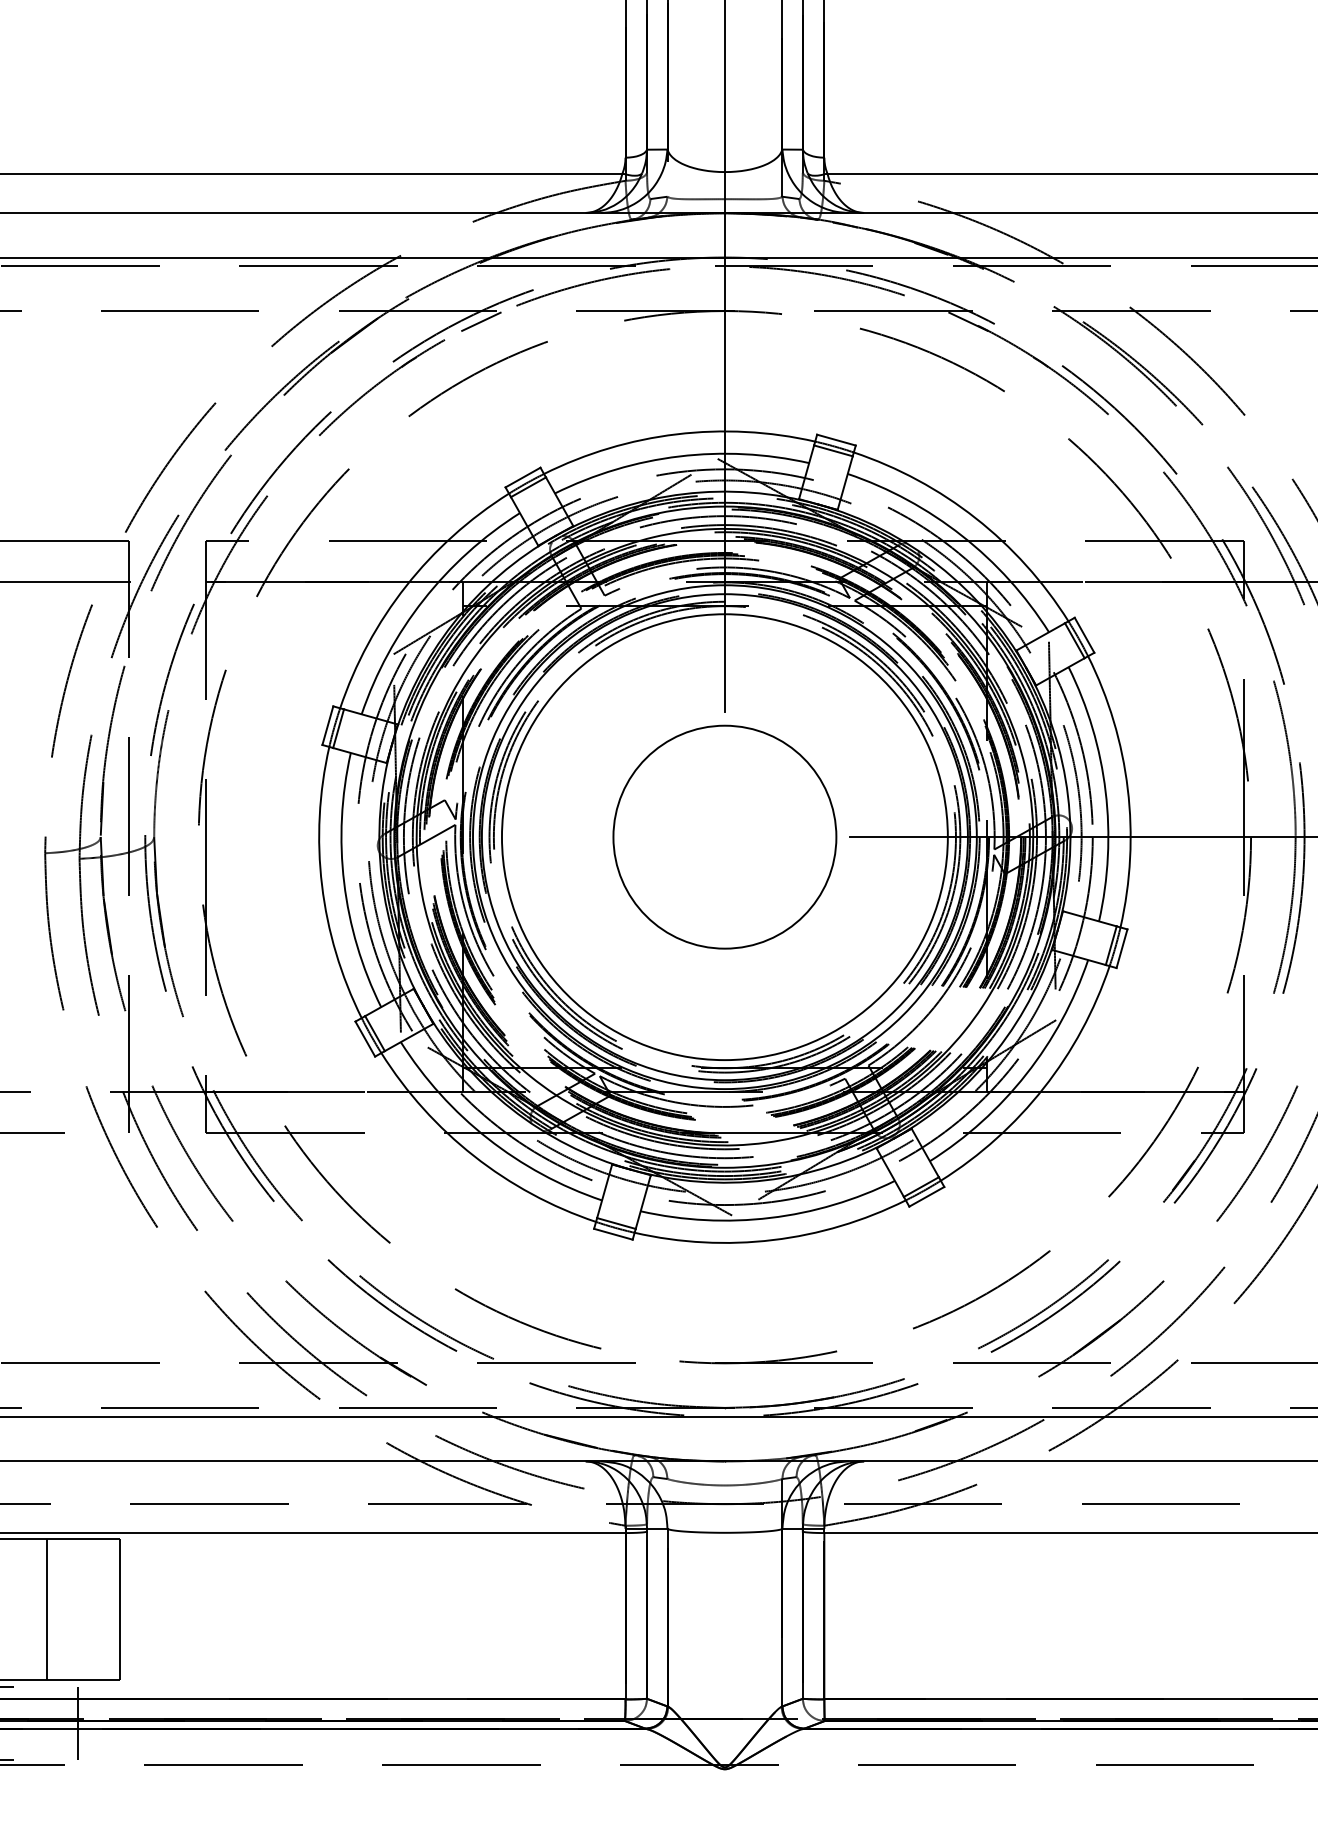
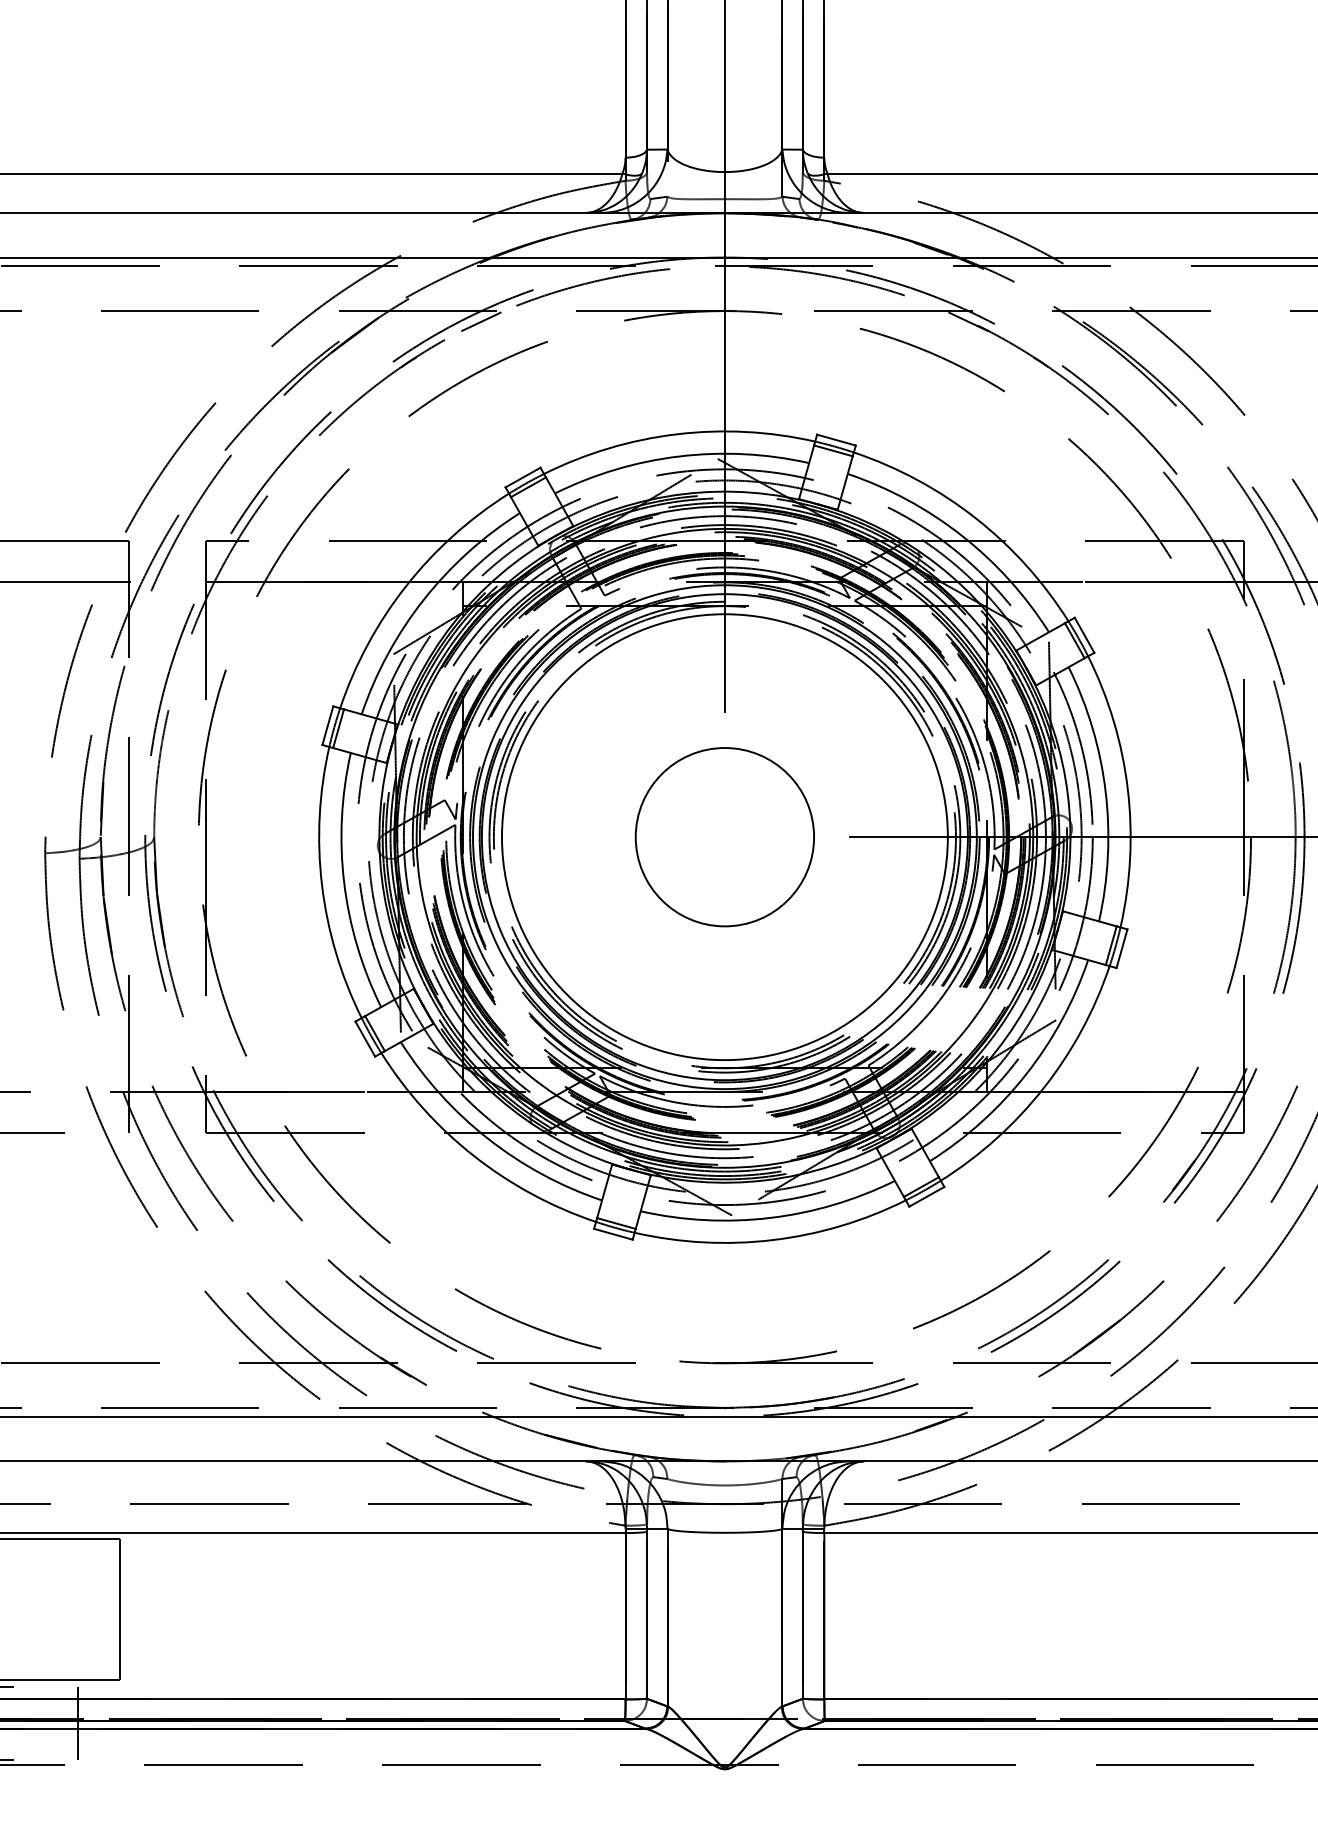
circle at (724, 836) diameter: 223 px -> 178 px
line at (46, 1609): present -> none
